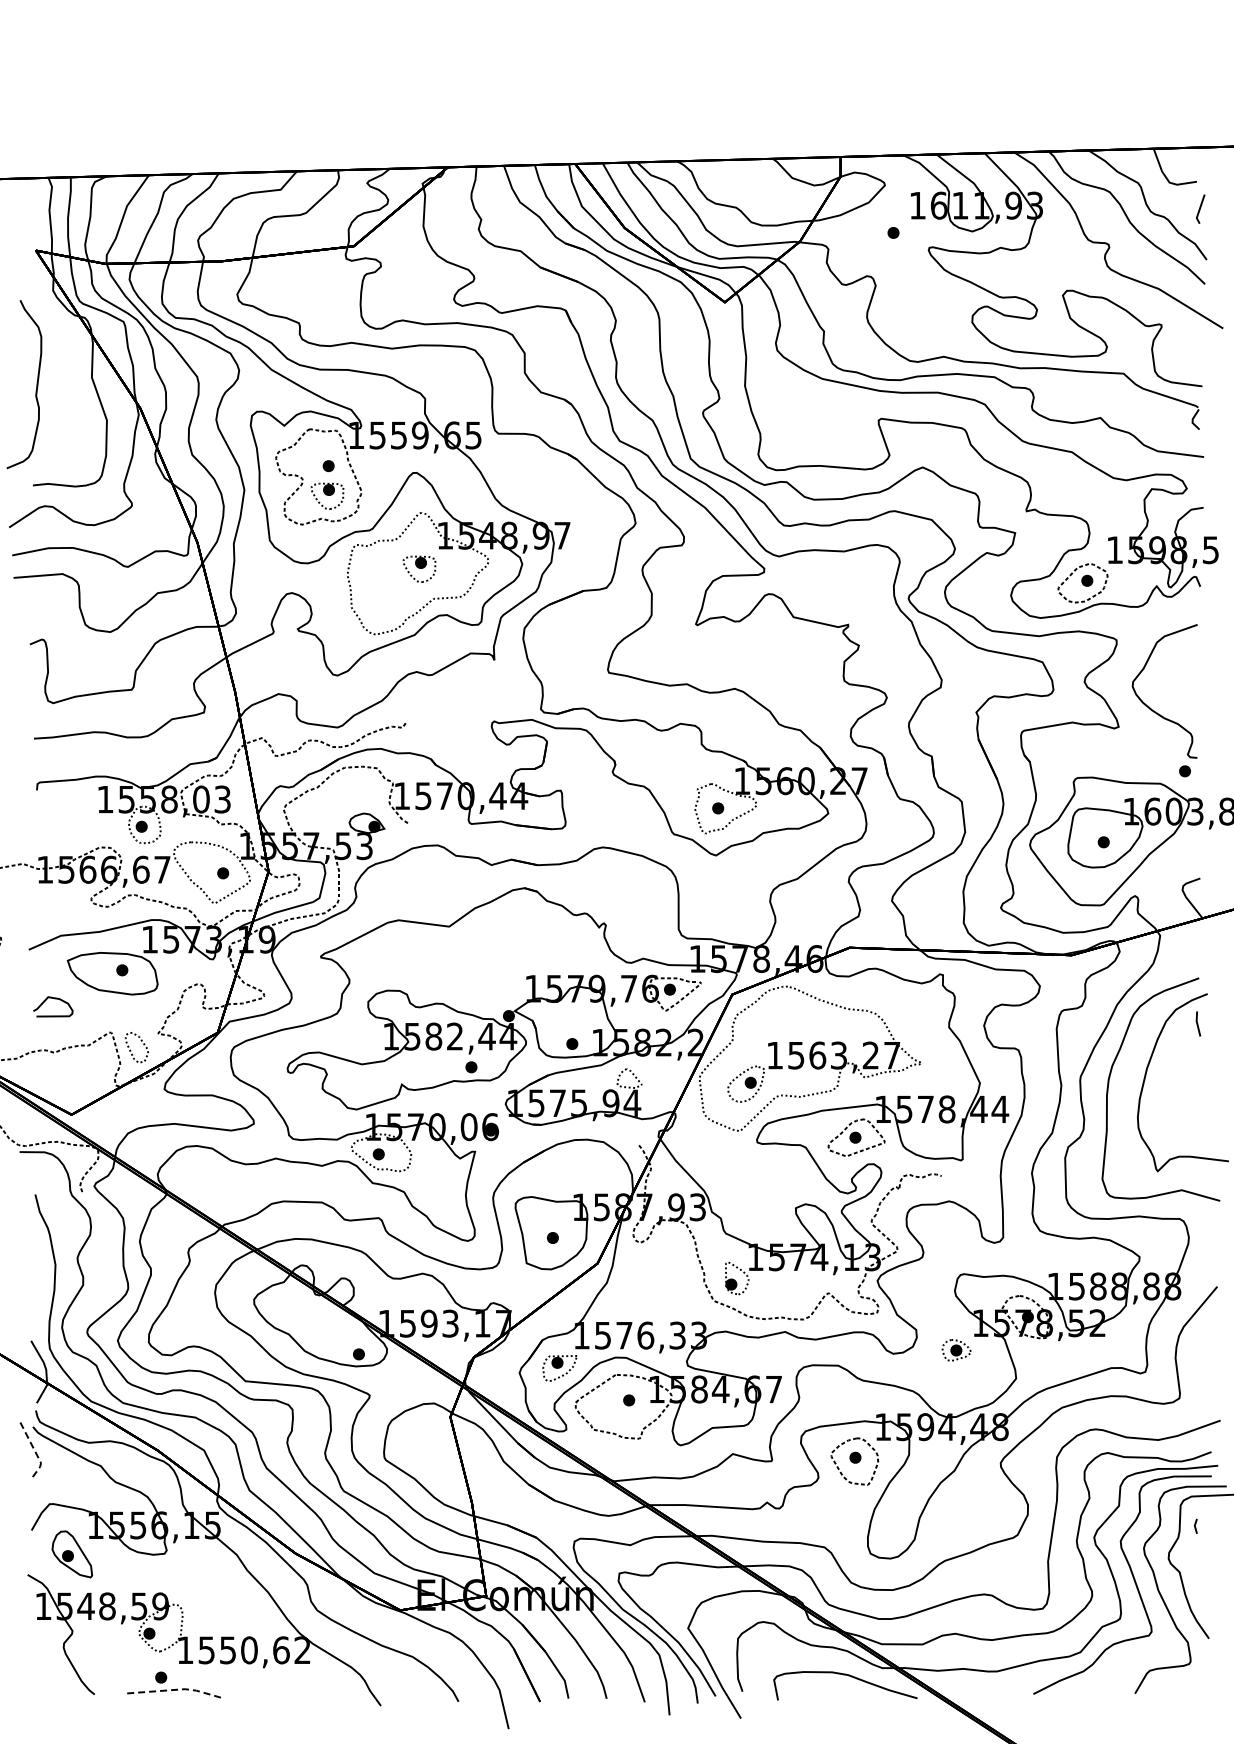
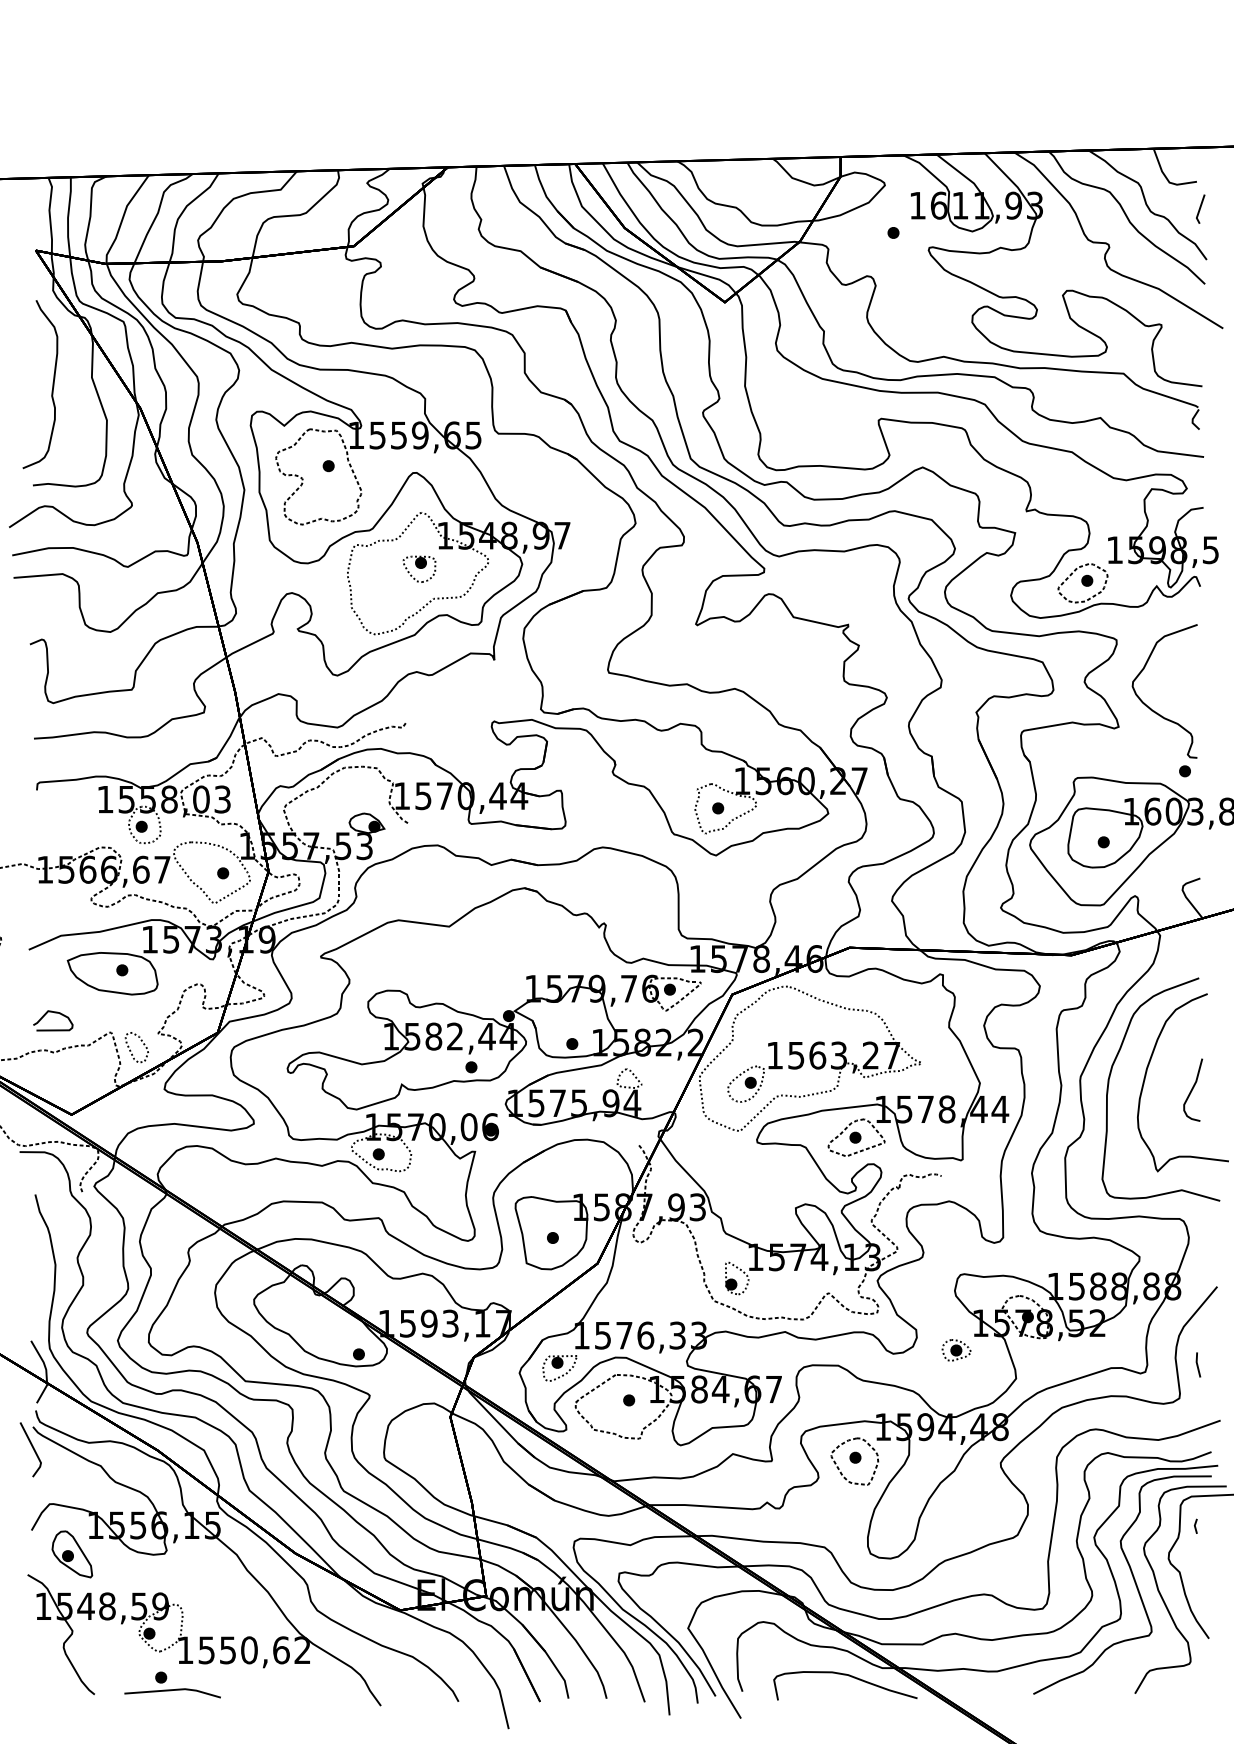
curve at (36, 384) position: (36, 384) -> (52, 384)
part at (327, 495): present -> none
curve at (54, 999) position: (54, 999) -> (54, 1013)
line at (1198, 1023) position: (1198, 1023) -> (1198, 1364)
curve at (1193, 1089): none -> present
line at (34, 1450): dashed -> solid
line at (174, 1689): dashed -> solid
